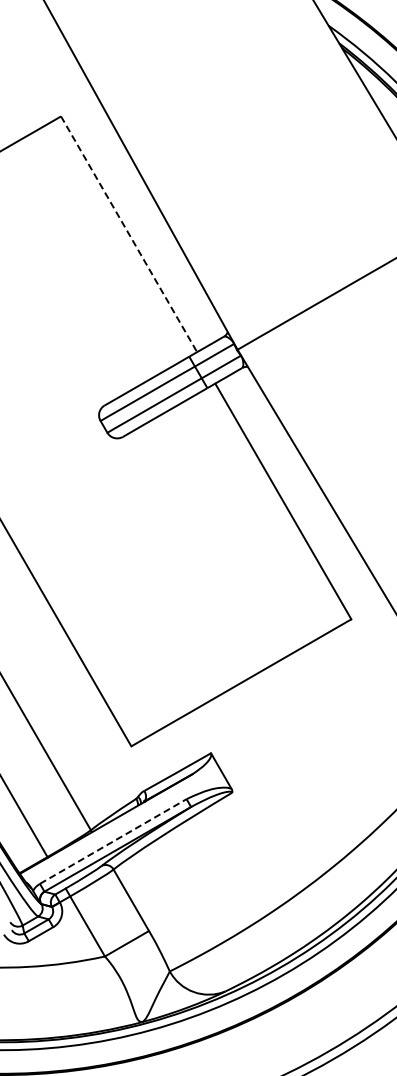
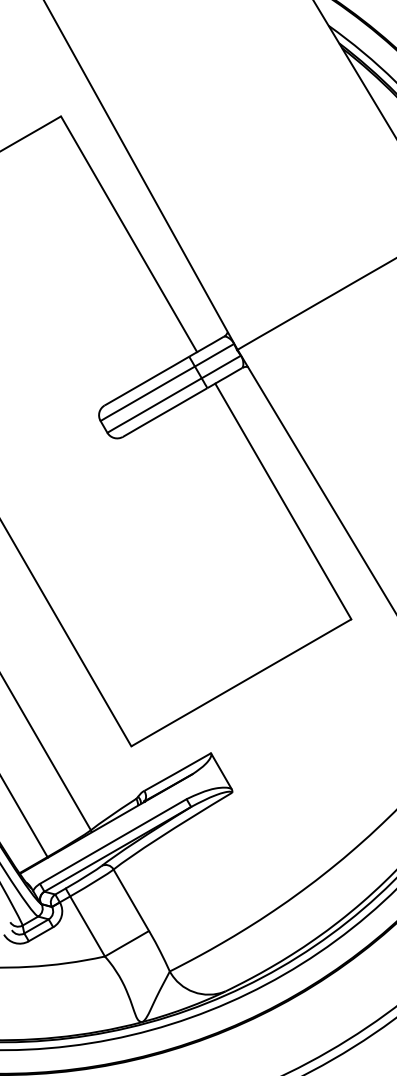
line at (129, 234): dashed -> solid
line at (113, 841): dashed -> solid
